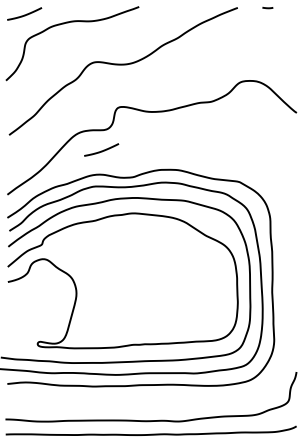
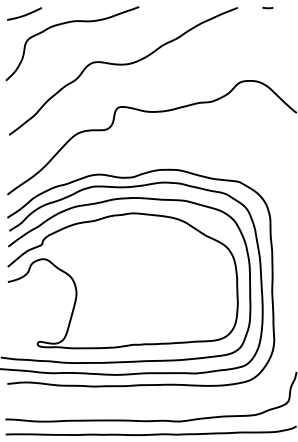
curve at (101, 150): present -> none
